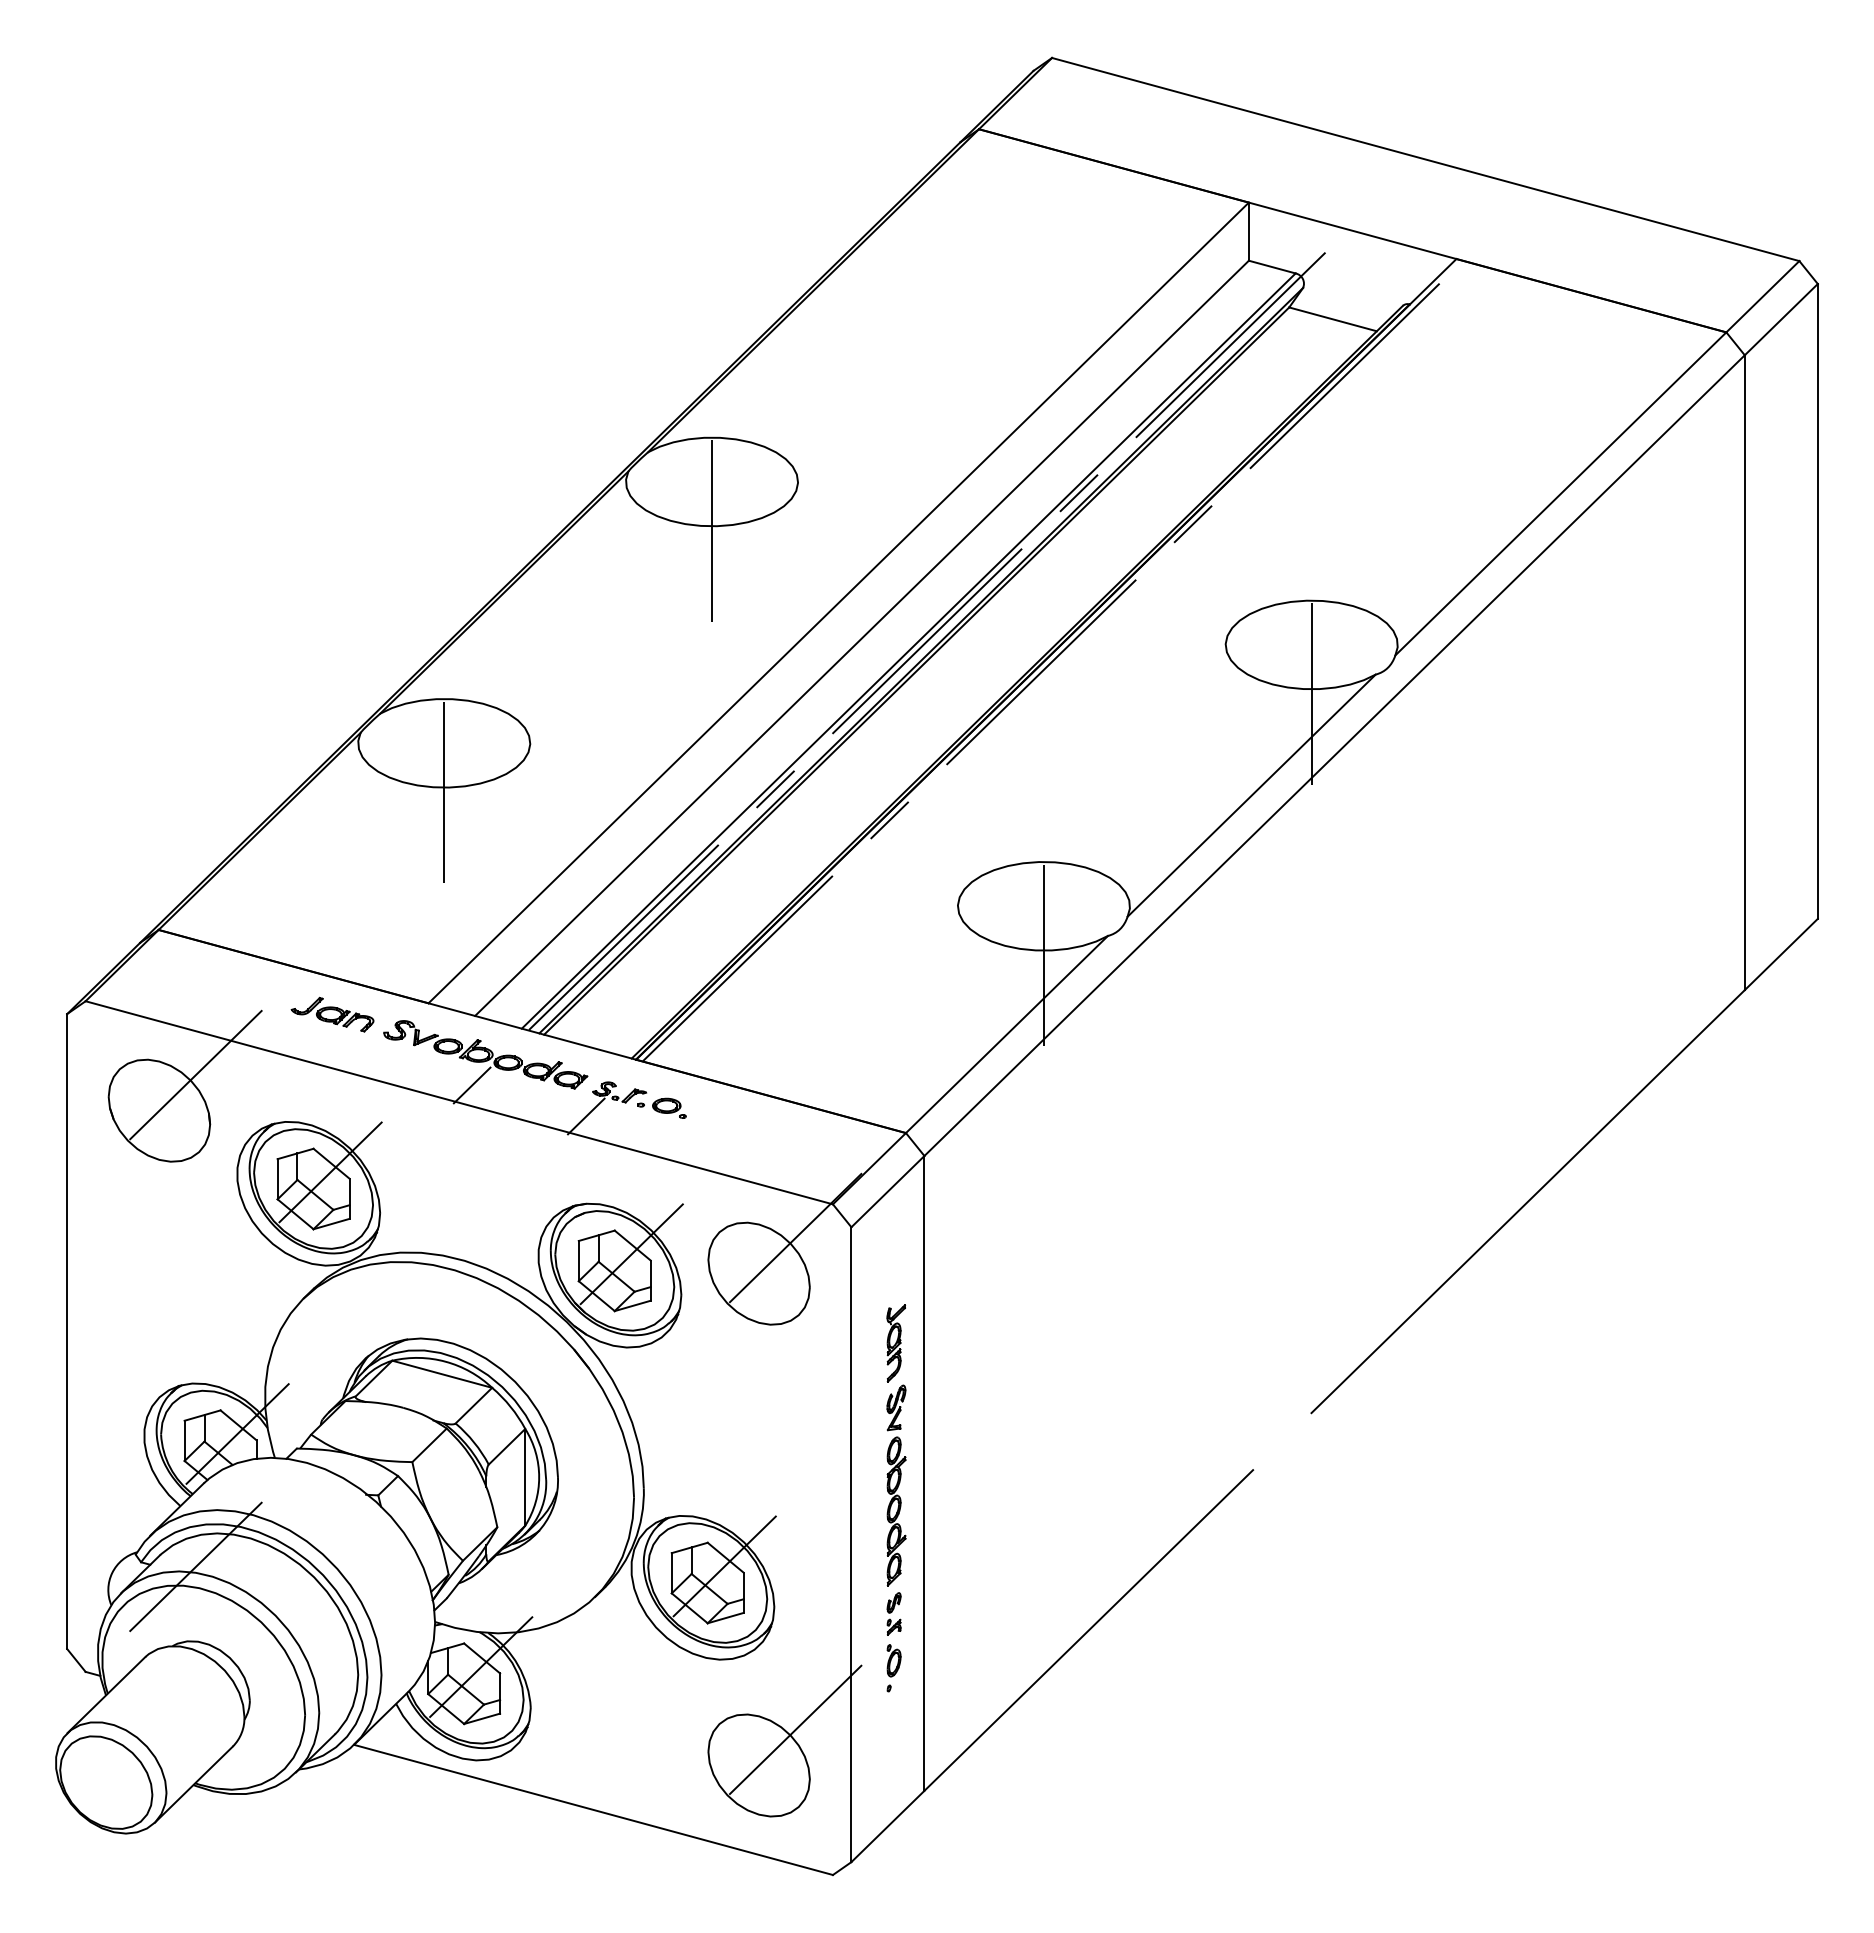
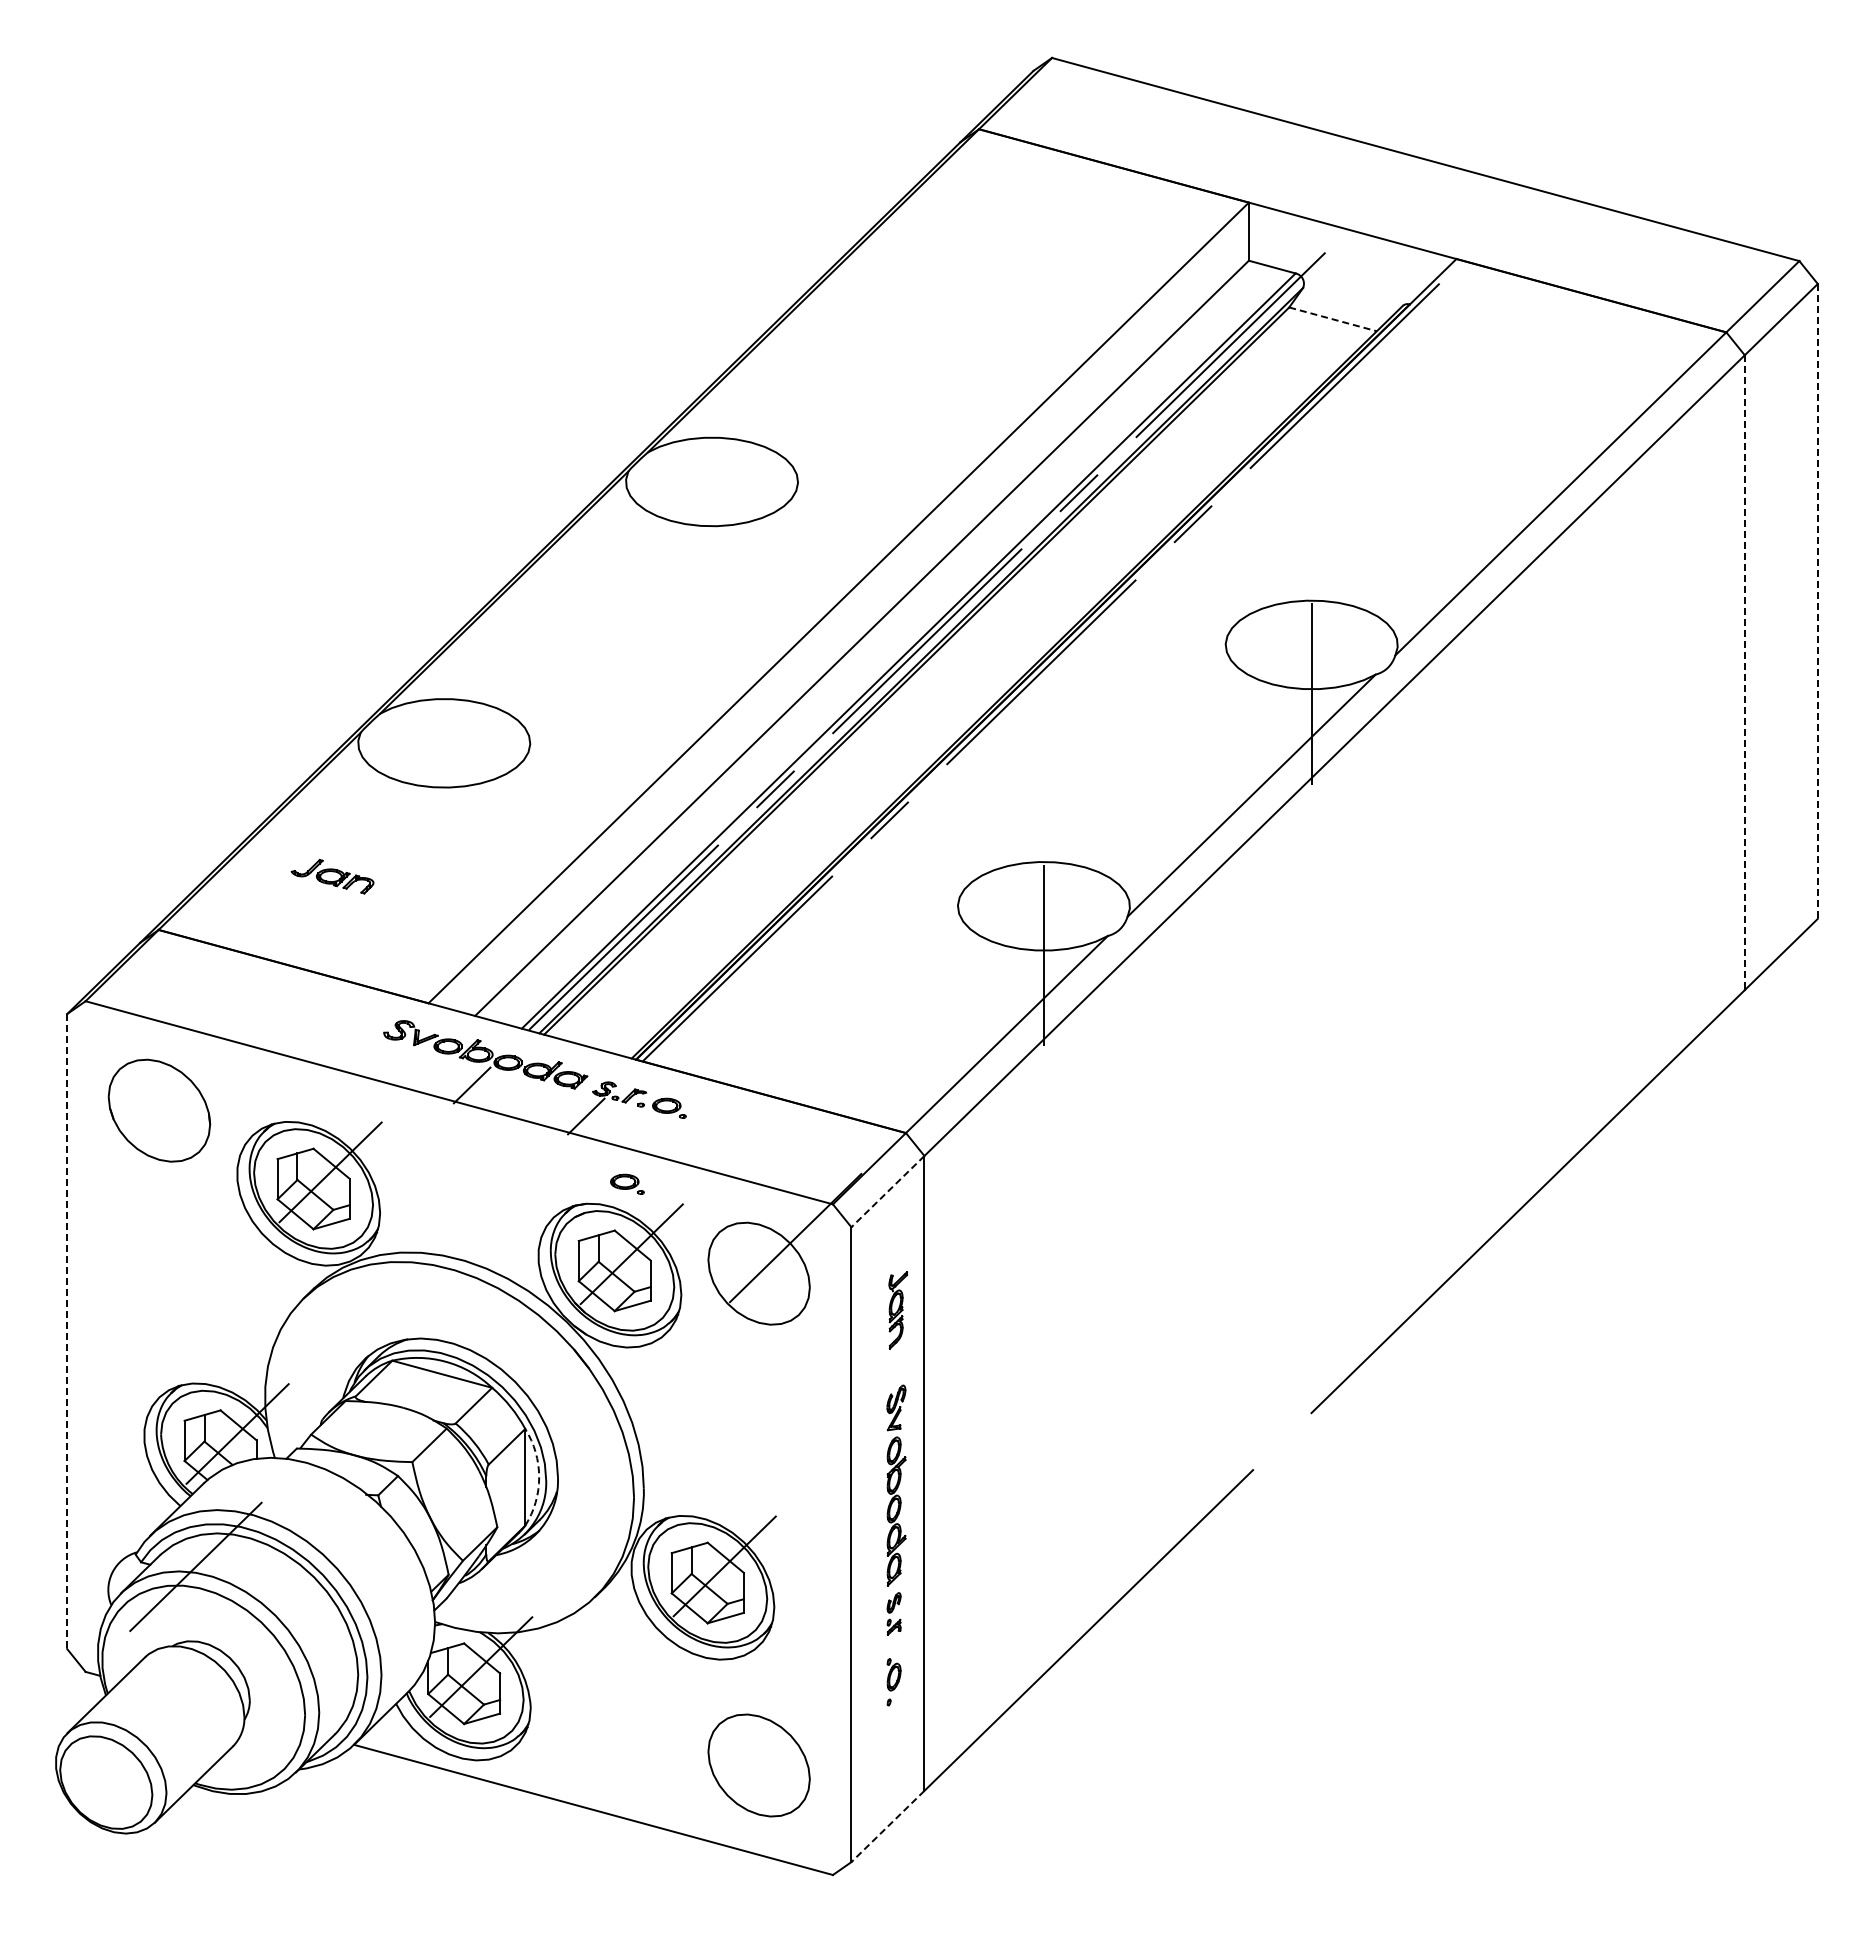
line at (1333, 319): solid -> dashed
line at (712, 531): present -> none
line at (1817, 601): solid -> dashed
line at (1744, 673): solid -> dashed
line at (444, 792): present -> none
part at (332, 1014) position: (332, 1014) -> (332, 876)
line at (195, 1074): present -> none
part at (627, 1183): none -> present
line at (887, 1191): solid -> dashed
line at (67, 1332): solid -> dashed
part at (895, 1343) position: (895, 1343) -> (897, 1310)
arc at (539, 1477): solid -> dashed
part at (893, 1668) position: (893, 1668) -> (893, 1682)
line at (795, 1729): present -> none
line at (887, 1826): solid -> dashed
